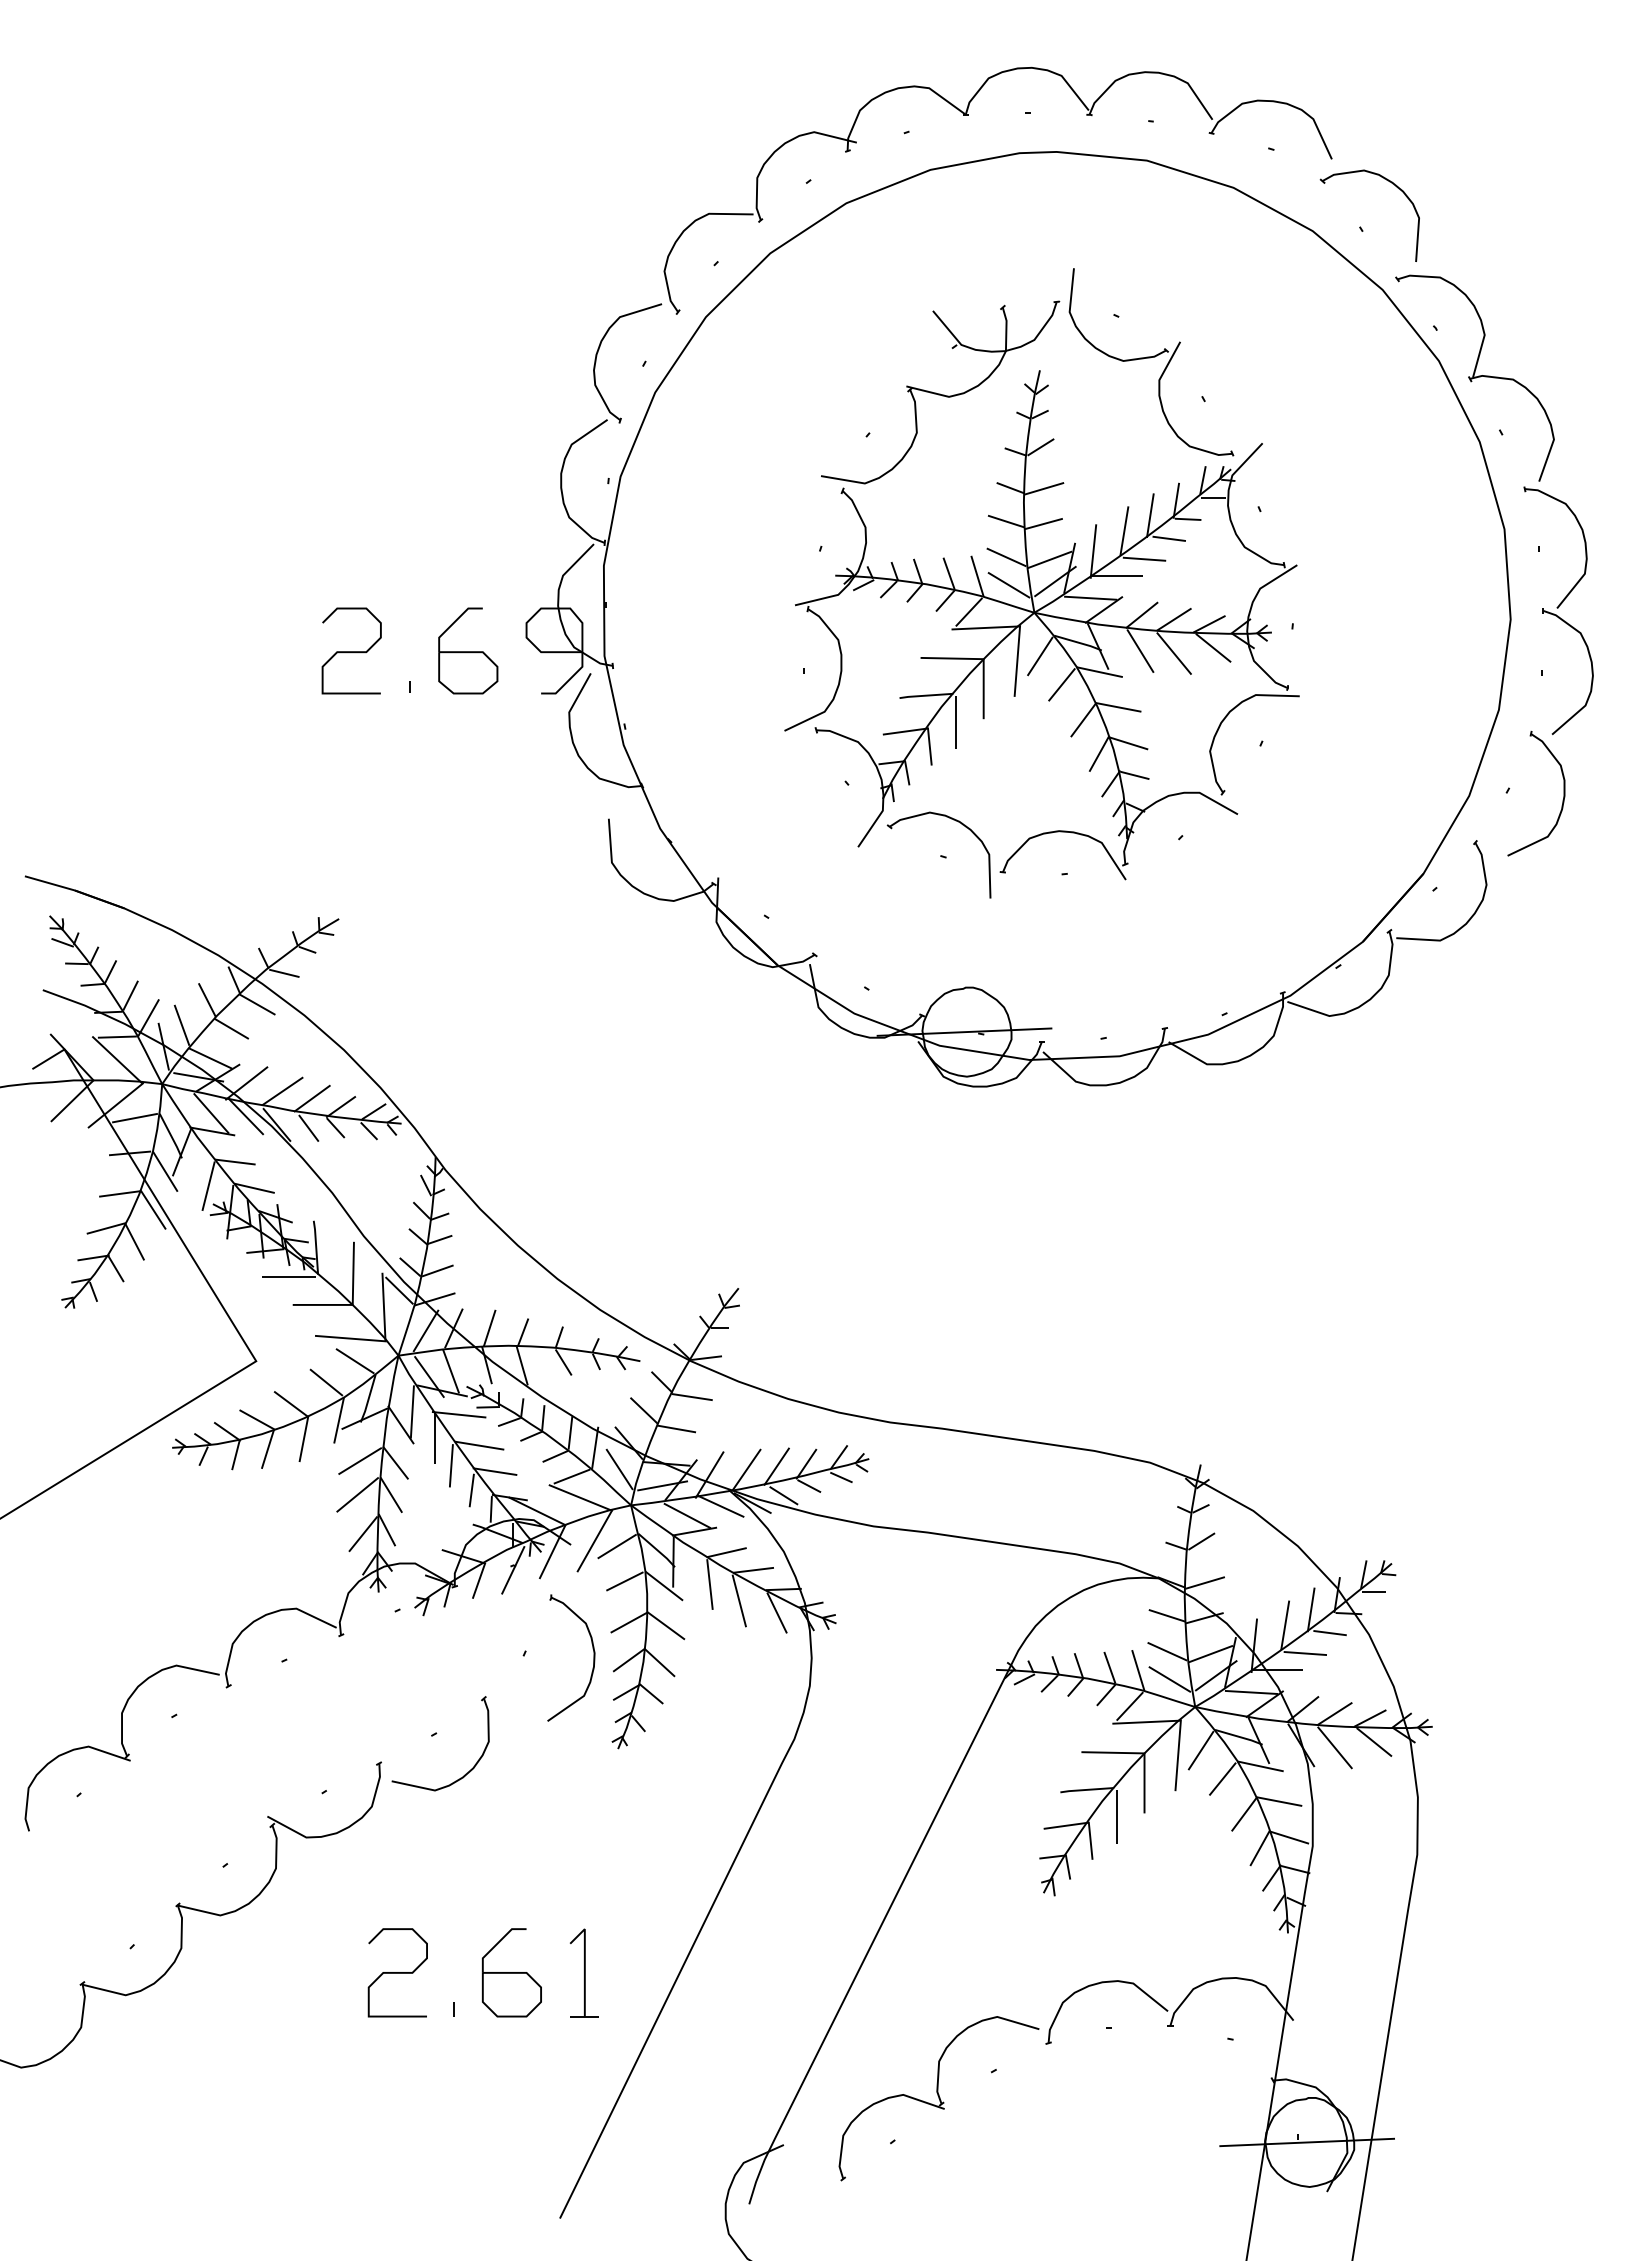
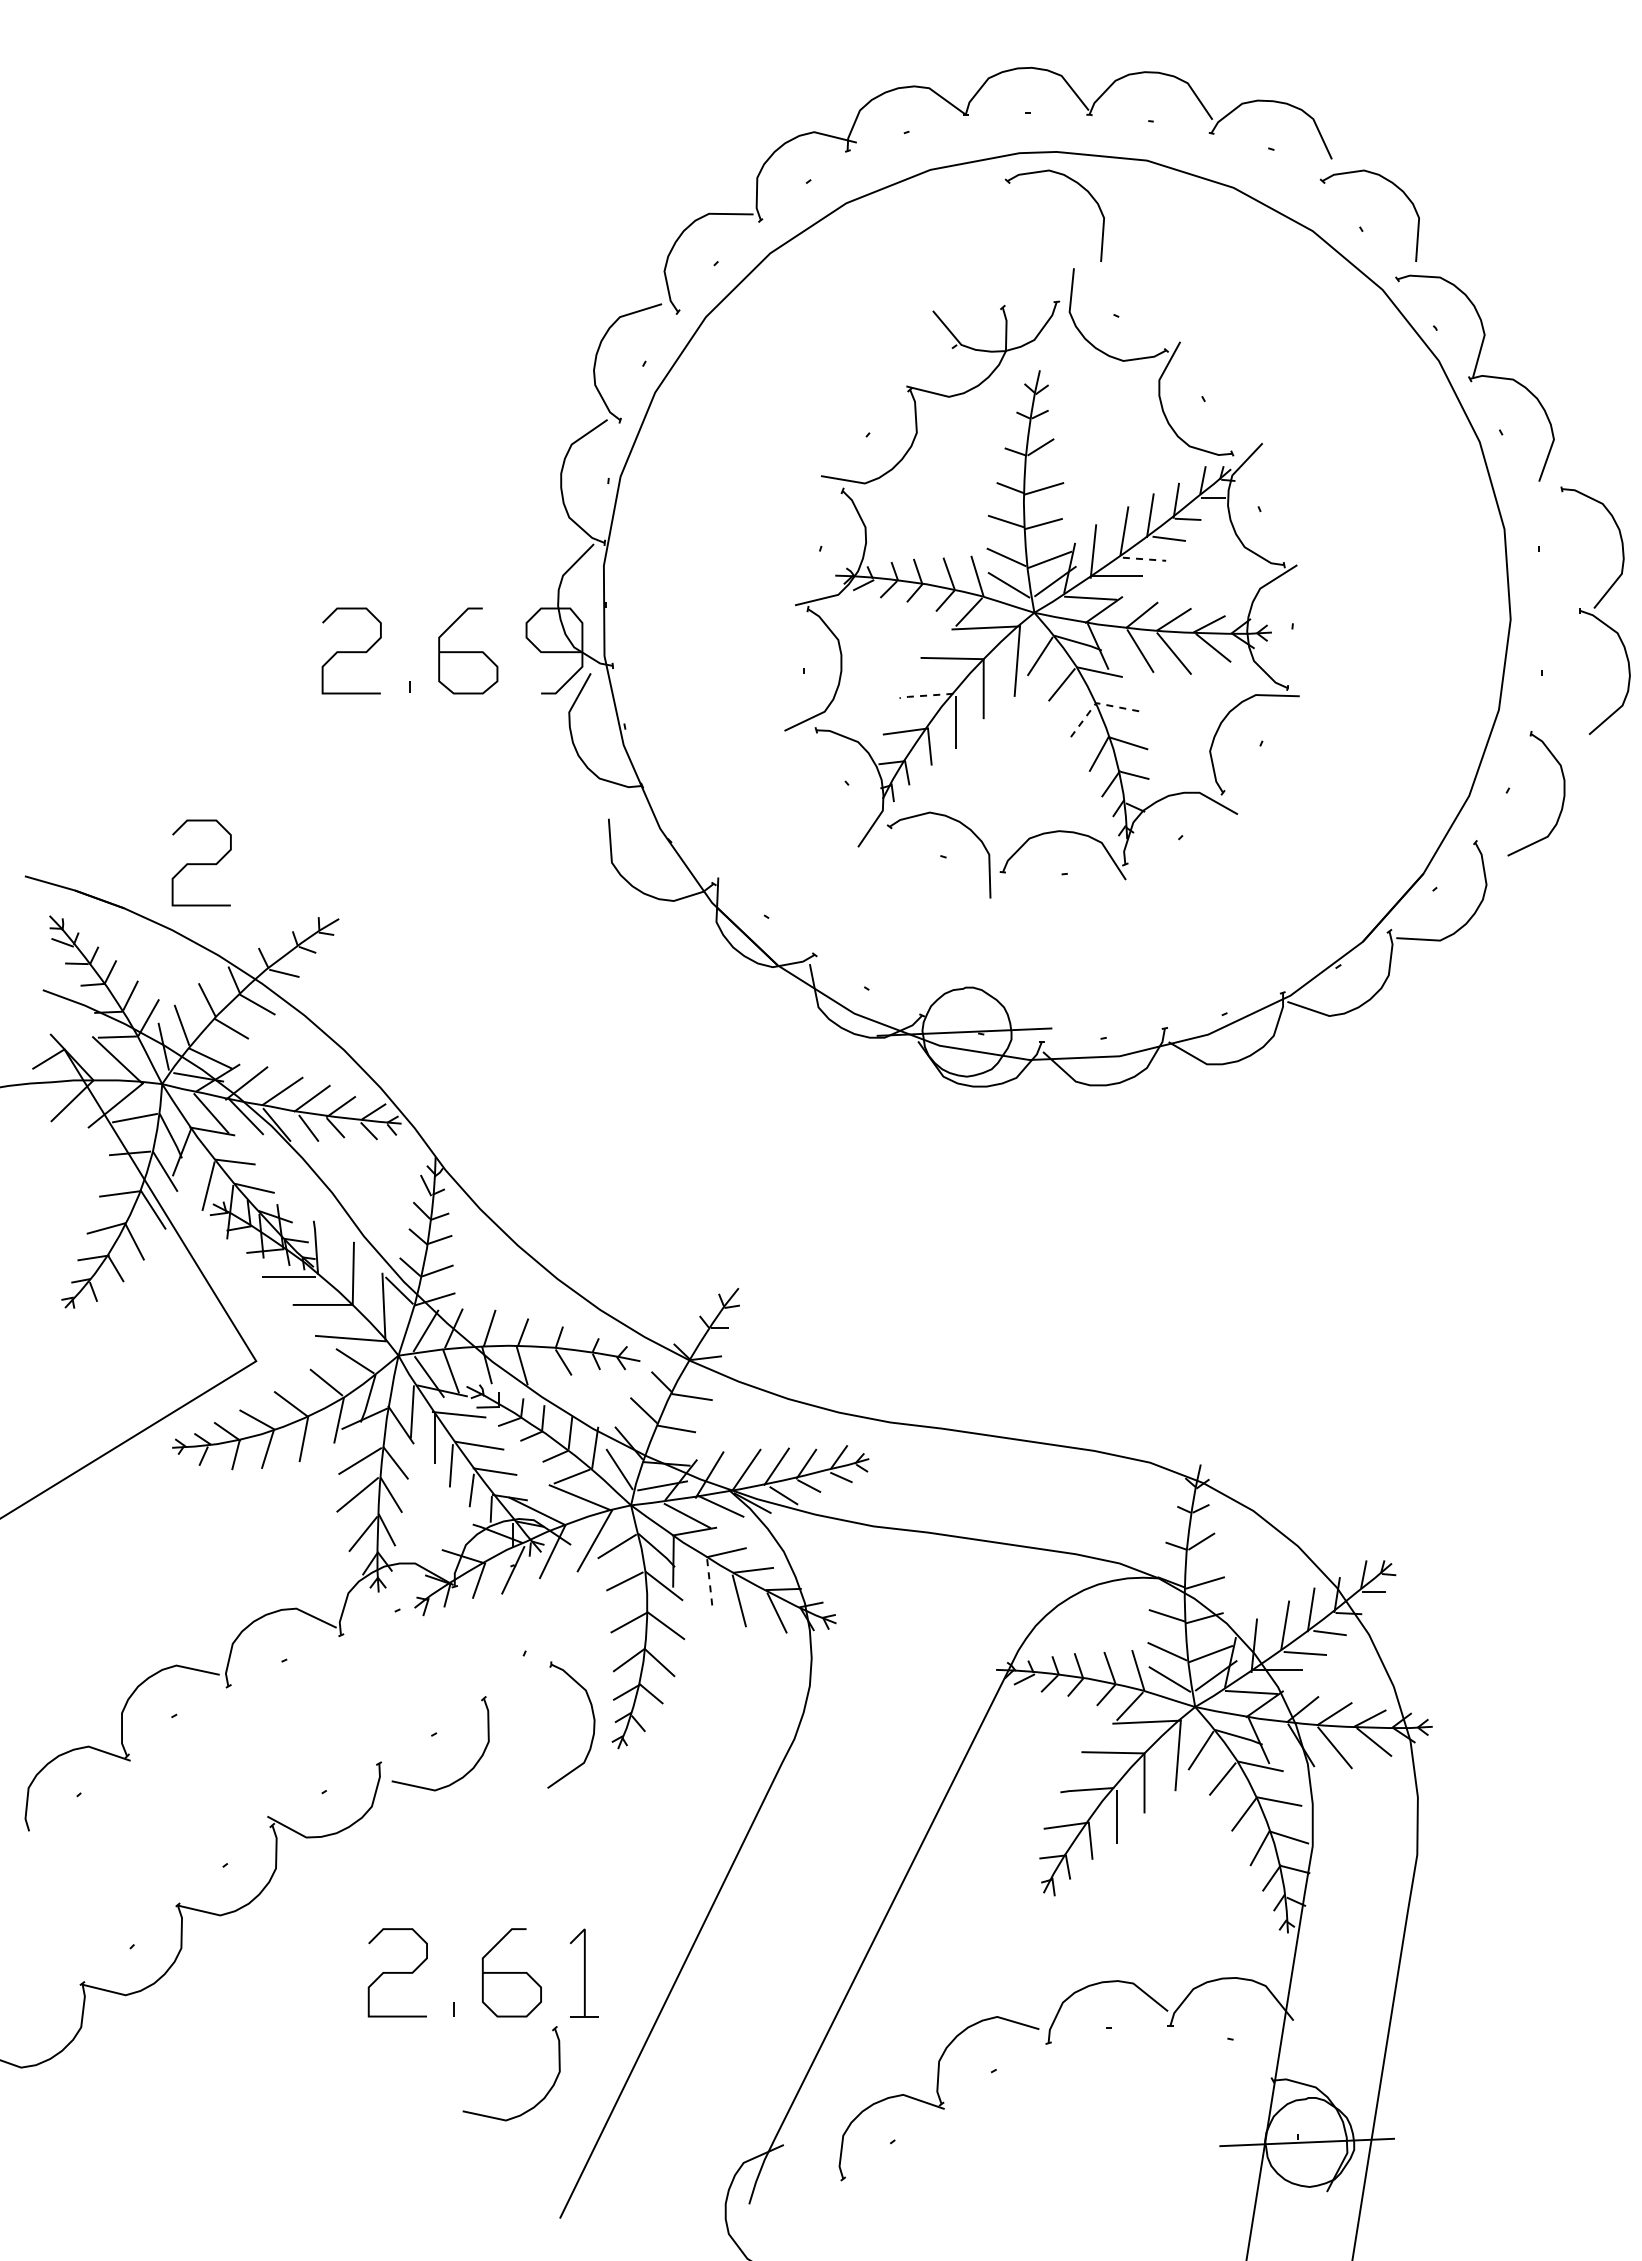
part at (1074, 182): none -> present
line at (1144, 559): solid -> dashed
part at (1558, 610) position: (1558, 610) -> (1595, 610)
line at (925, 695): solid -> dashed
line at (1097, 703): solid -> dashed
curve at (201, 863): none -> present
line at (709, 1584): solid -> dashed
part at (593, 1657) position: (593, 1657) -> (593, 1724)
part at (536, 2103): none -> present
